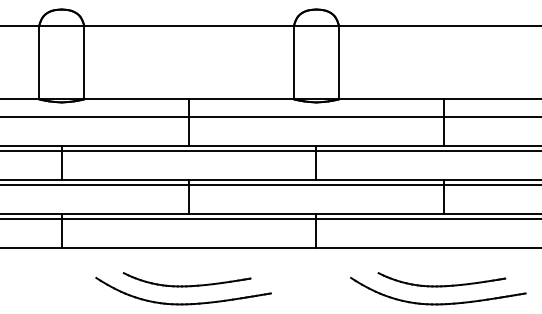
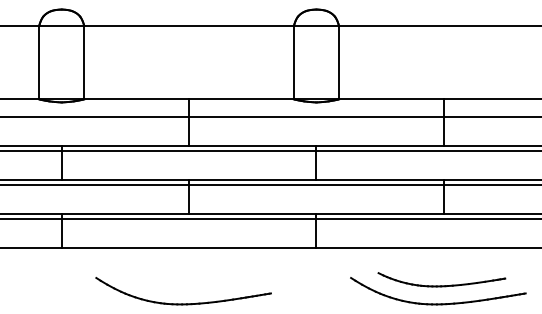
part at (186, 279): present -> none
